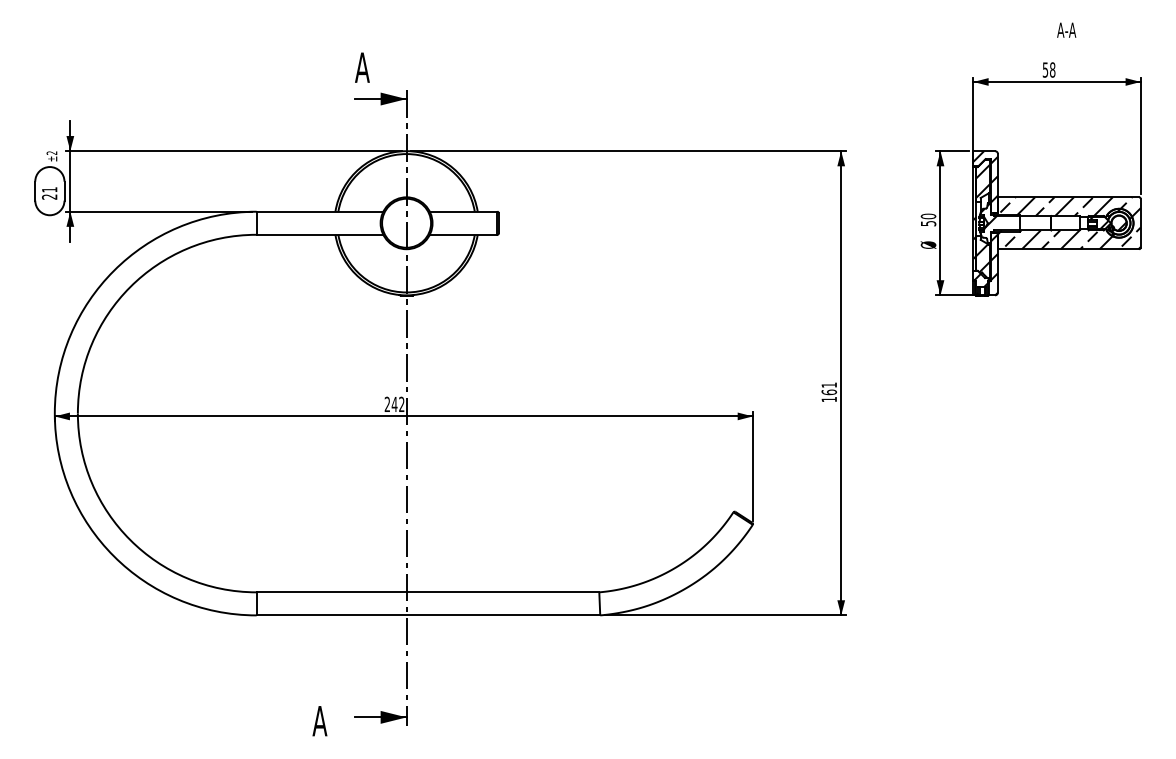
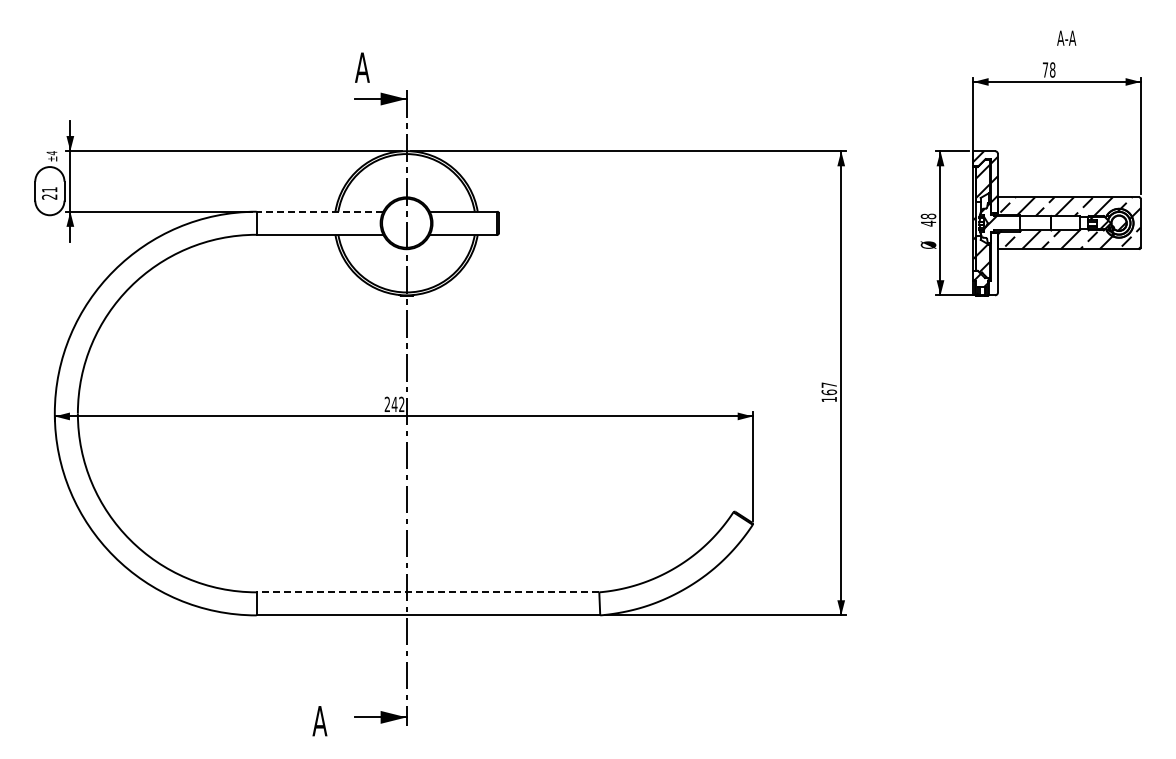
text at (1066, 29) position: (1066, 29) -> (1066, 37)
text at (1045, 69): 58 -> 78
text at (51, 153): ±2 -> ±4
line at (319, 211): solid -> dashed
text at (928, 219): 50 -> 48
hatch at (992, 264): present -> none
text at (828, 384): 161 -> 167
line at (427, 592): solid -> dashed
